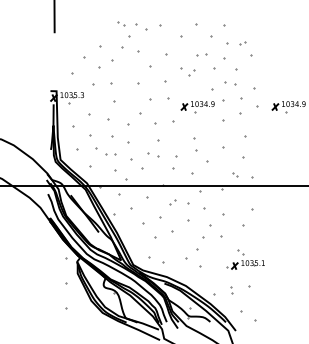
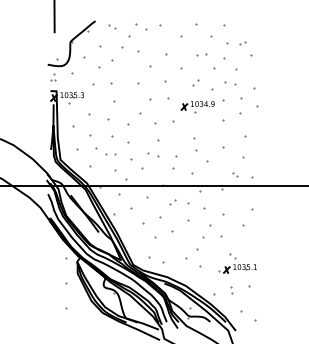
part at (121, 23) position: (121, 23) -> (112, 26)
part at (71, 50): none -> present
part at (191, 72) position: (191, 72) -> (195, 82)
part at (288, 107): present -> none
part at (245, 259) position: (245, 259) -> (237, 263)
